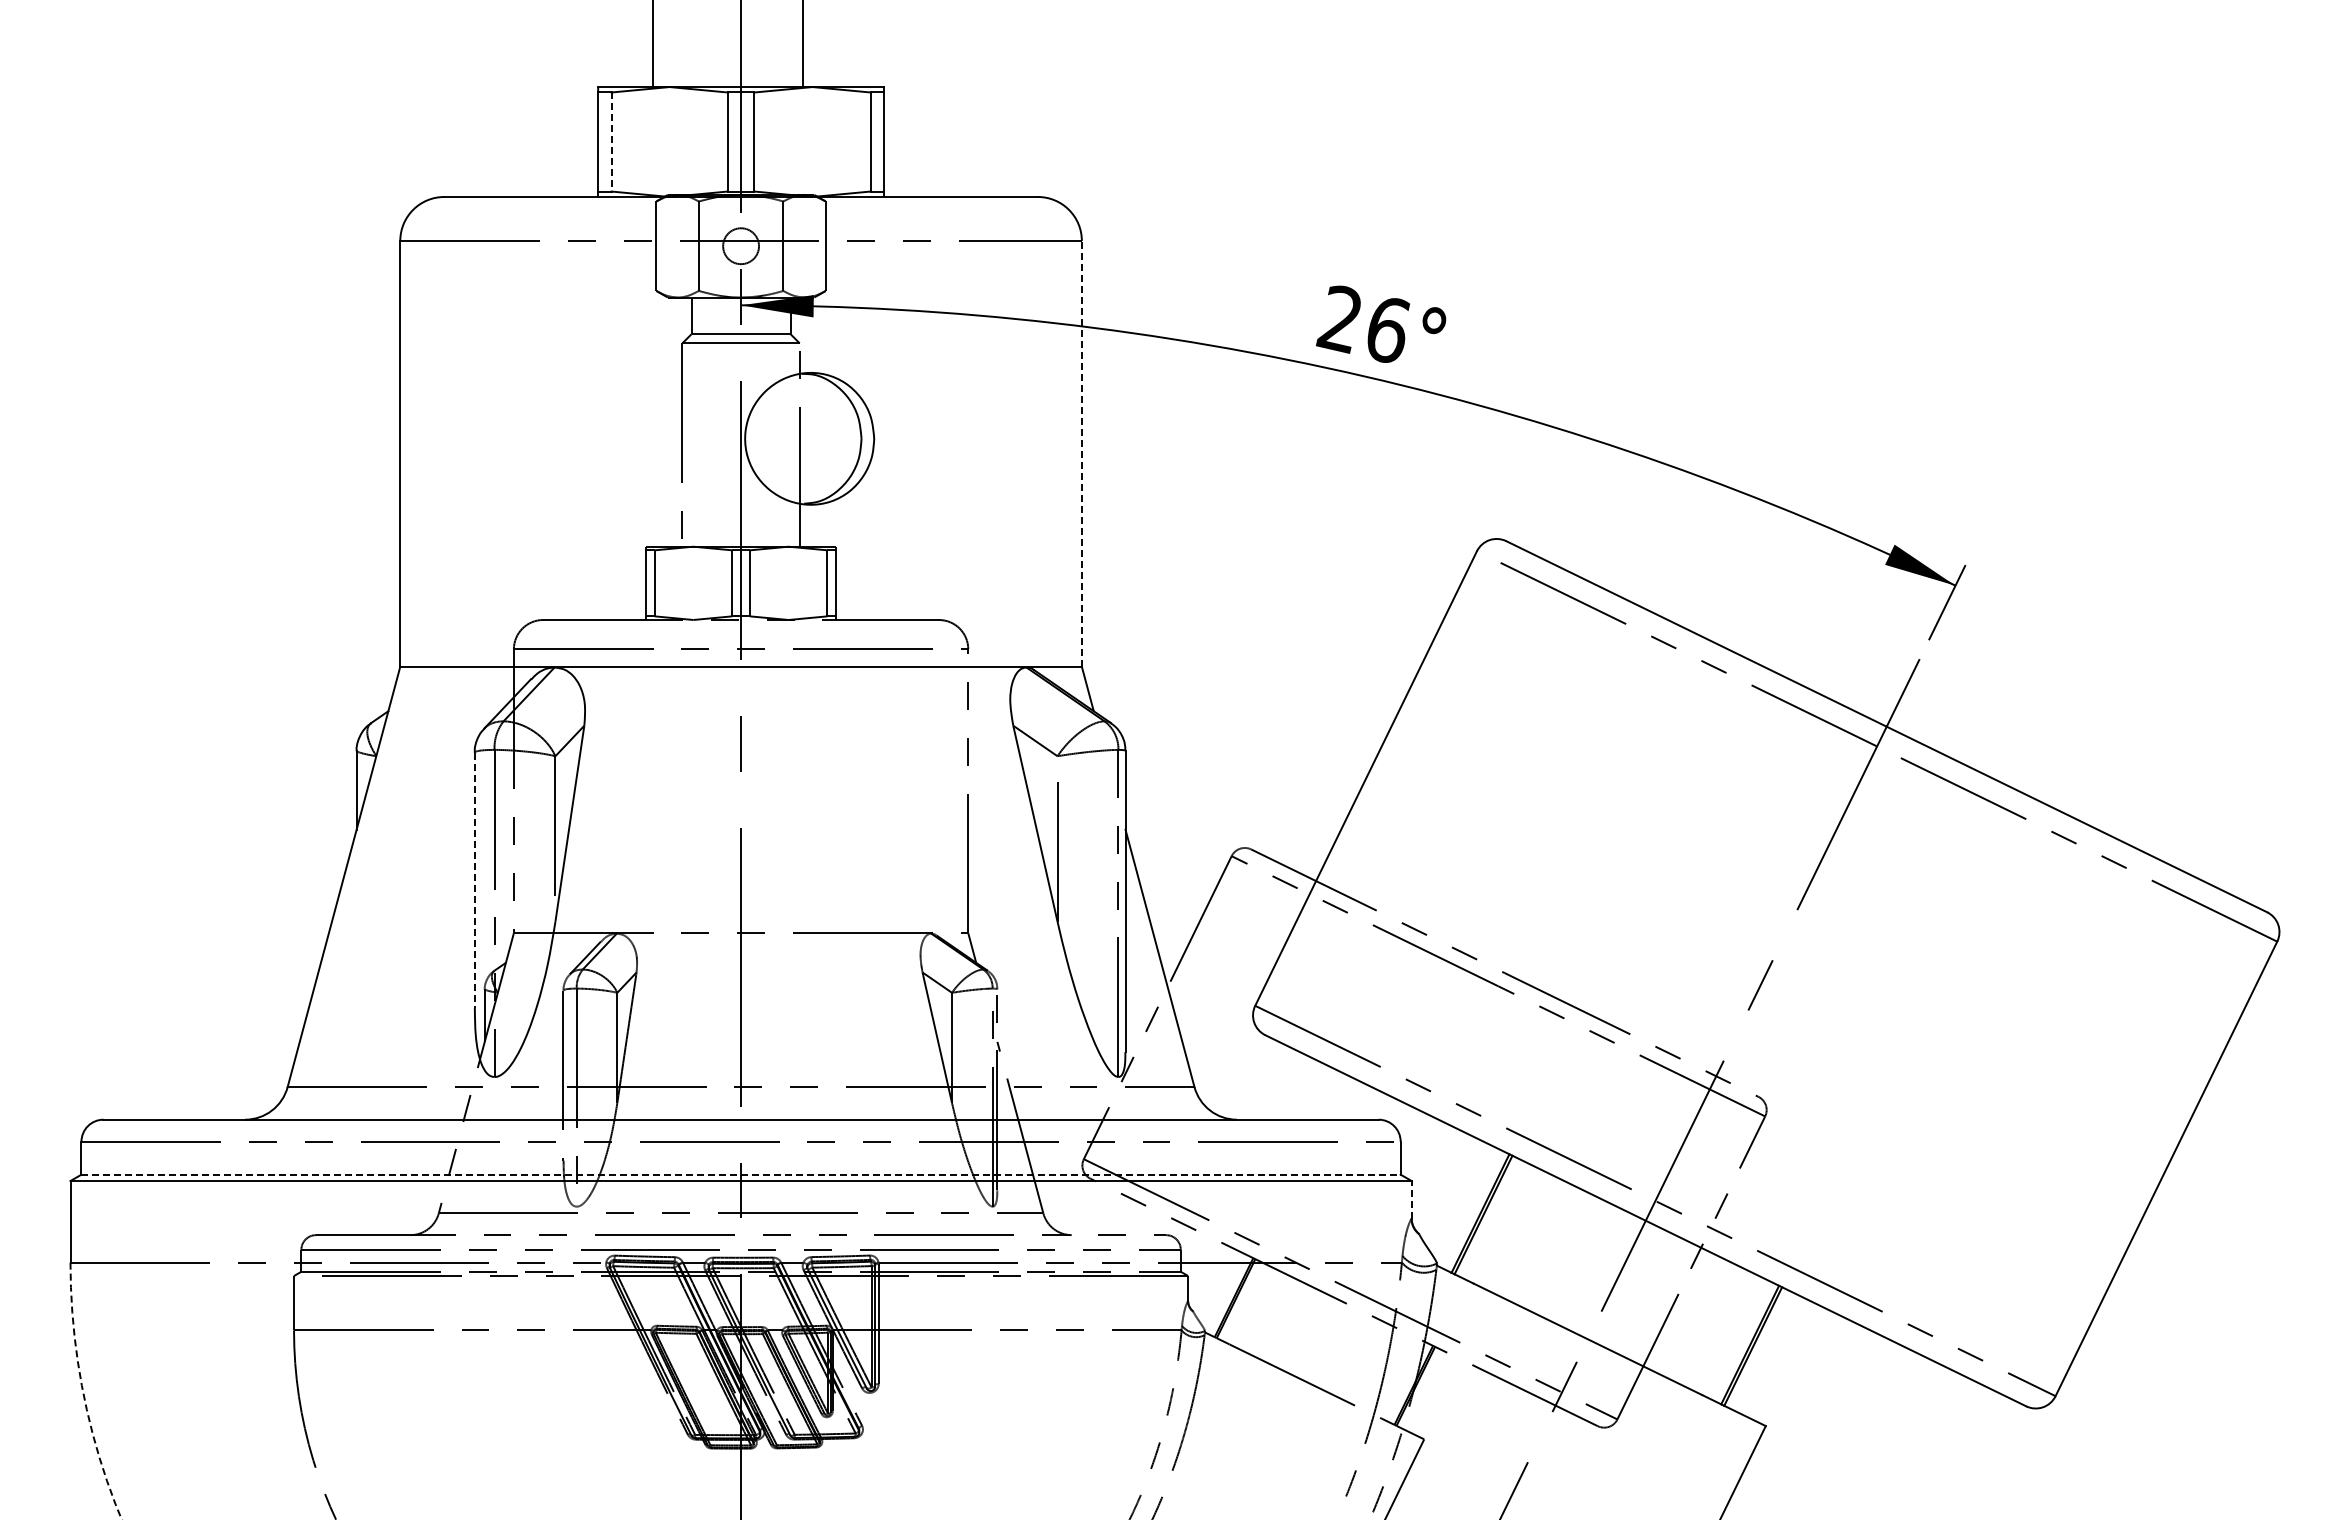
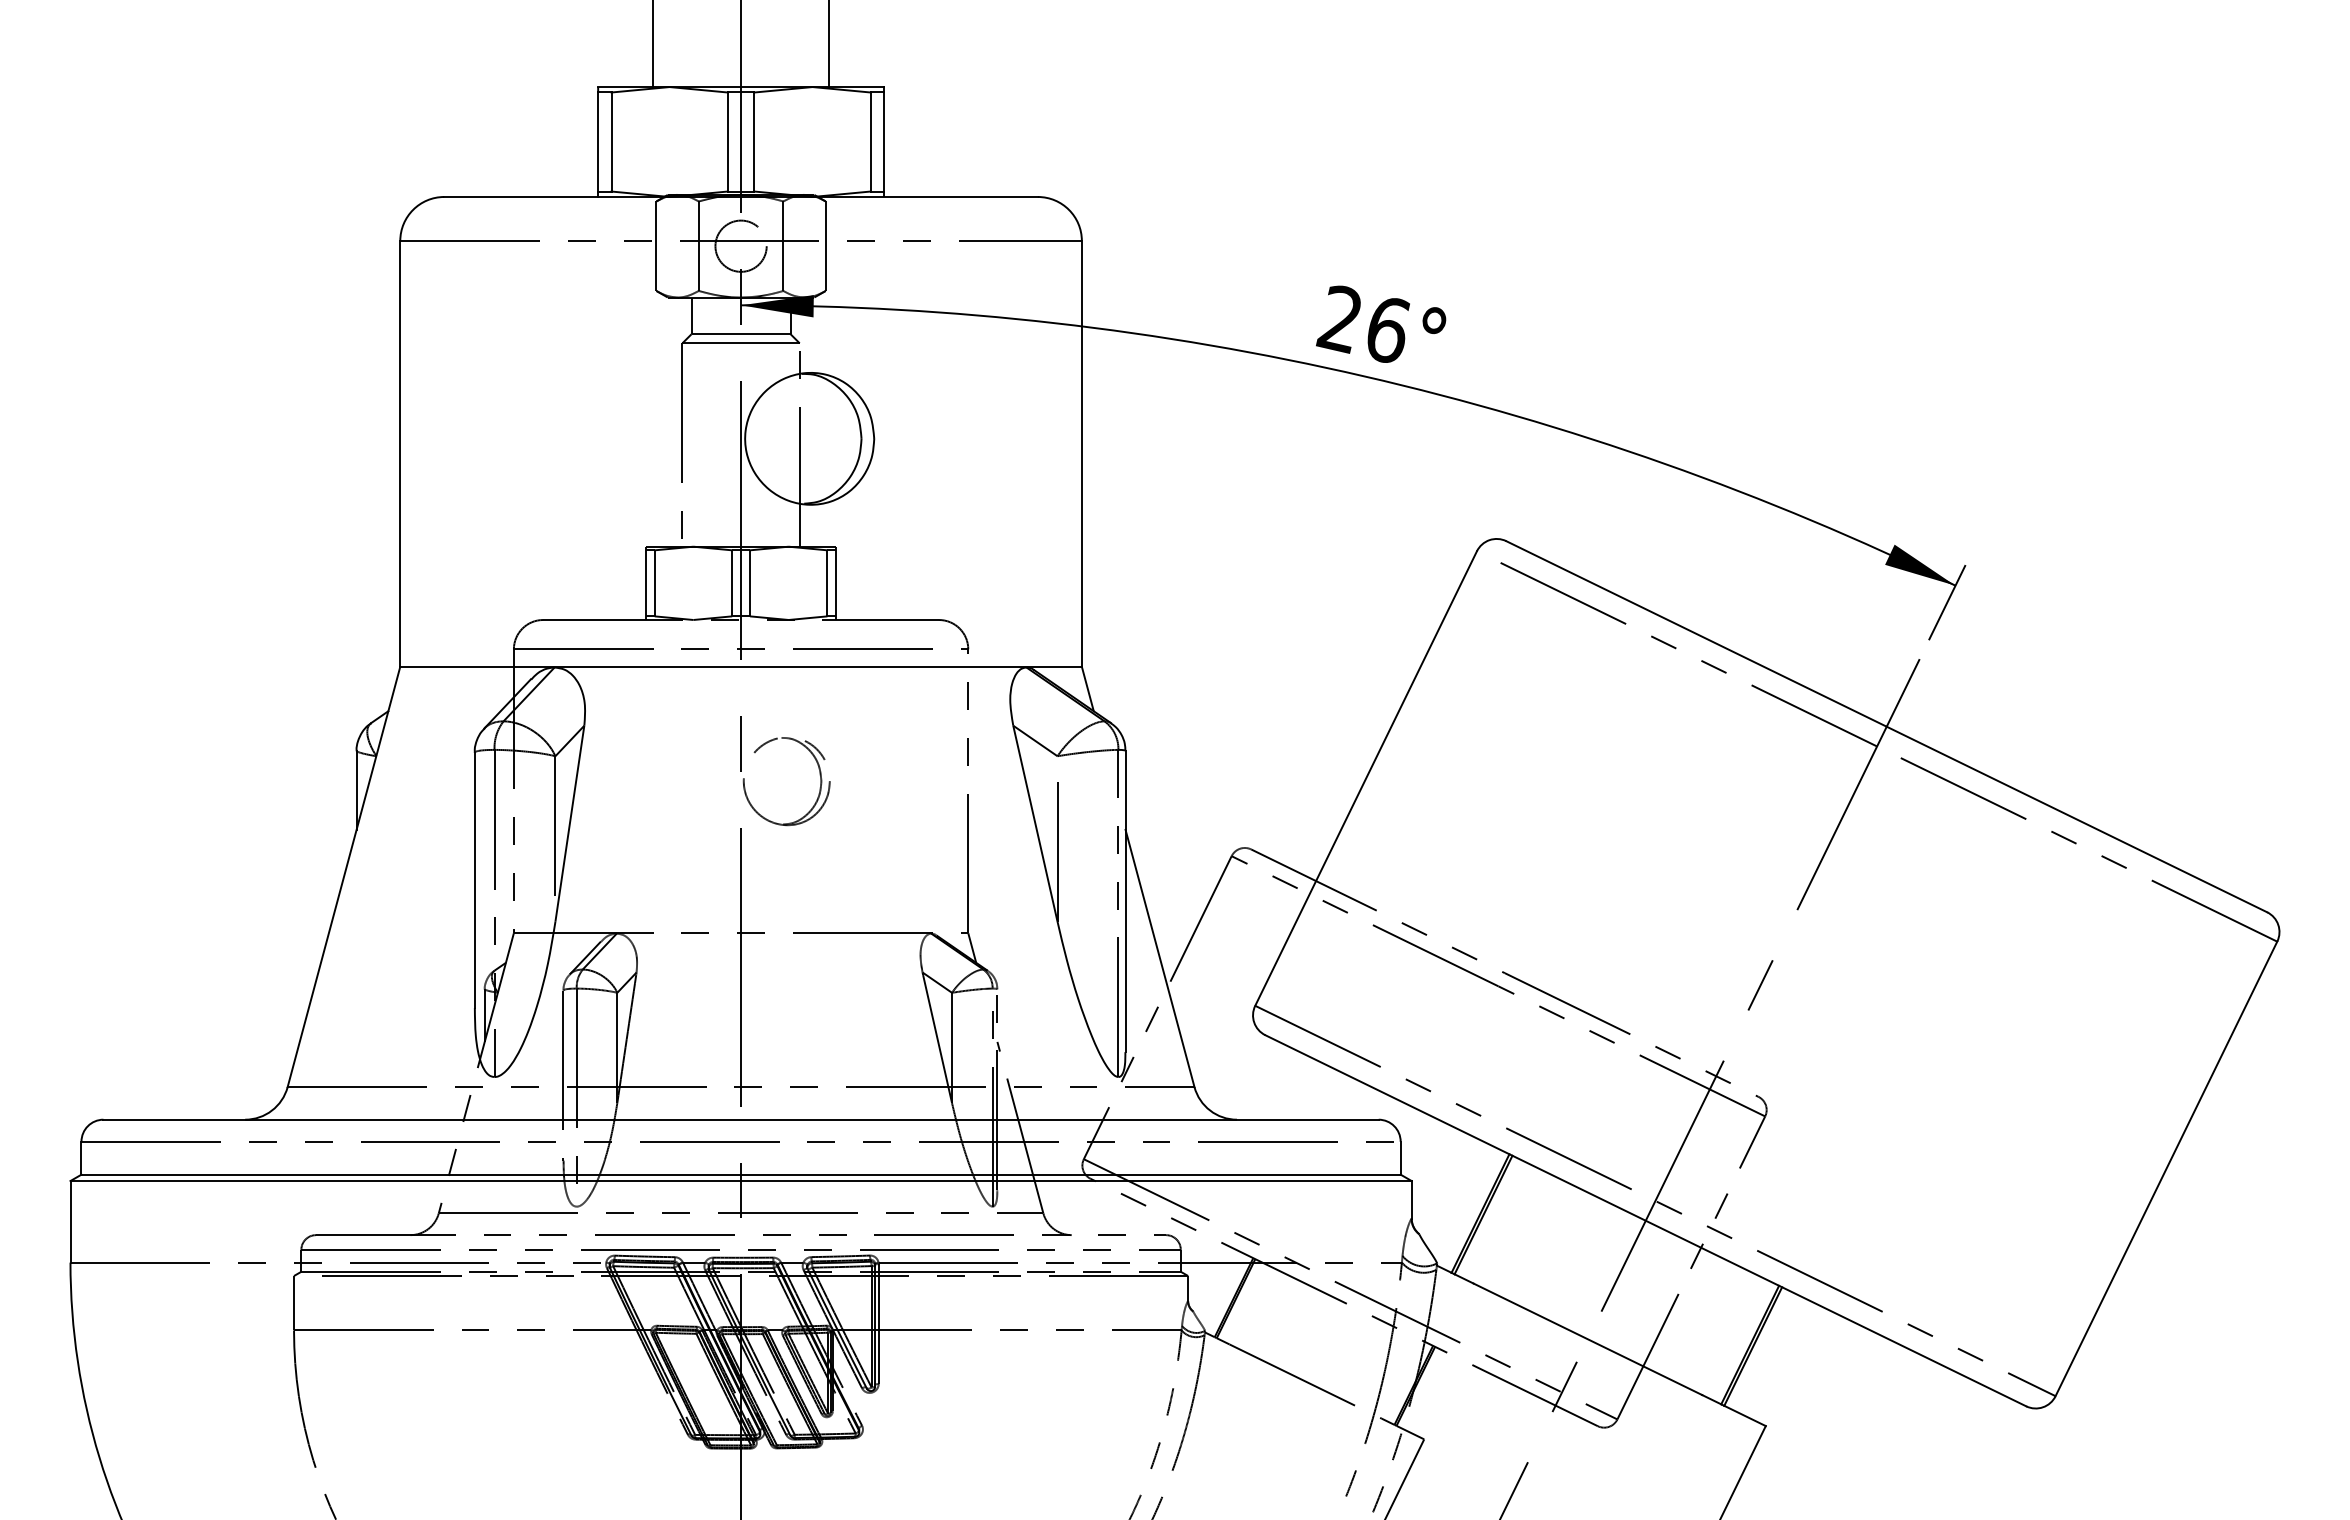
line at (803, 44) position: (803, 44) -> (829, 44)
line at (611, 142): dashed -> solid
circle at (741, 246) diameter: 36 px -> 51 px
line at (1081, 453): dashed -> solid
part at (819, 775): none -> present
line at (474, 880): dashed -> solid
line at (741, 1174): dashed -> solid
line at (1411, 1199): dashed -> solid
arc at (83, 1394): dashed -> solid
